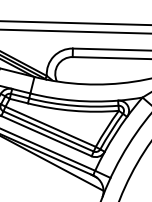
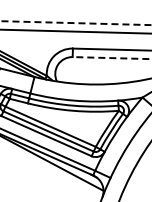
line at (76, 23): solid -> dashed
line at (111, 58): solid -> dashed
